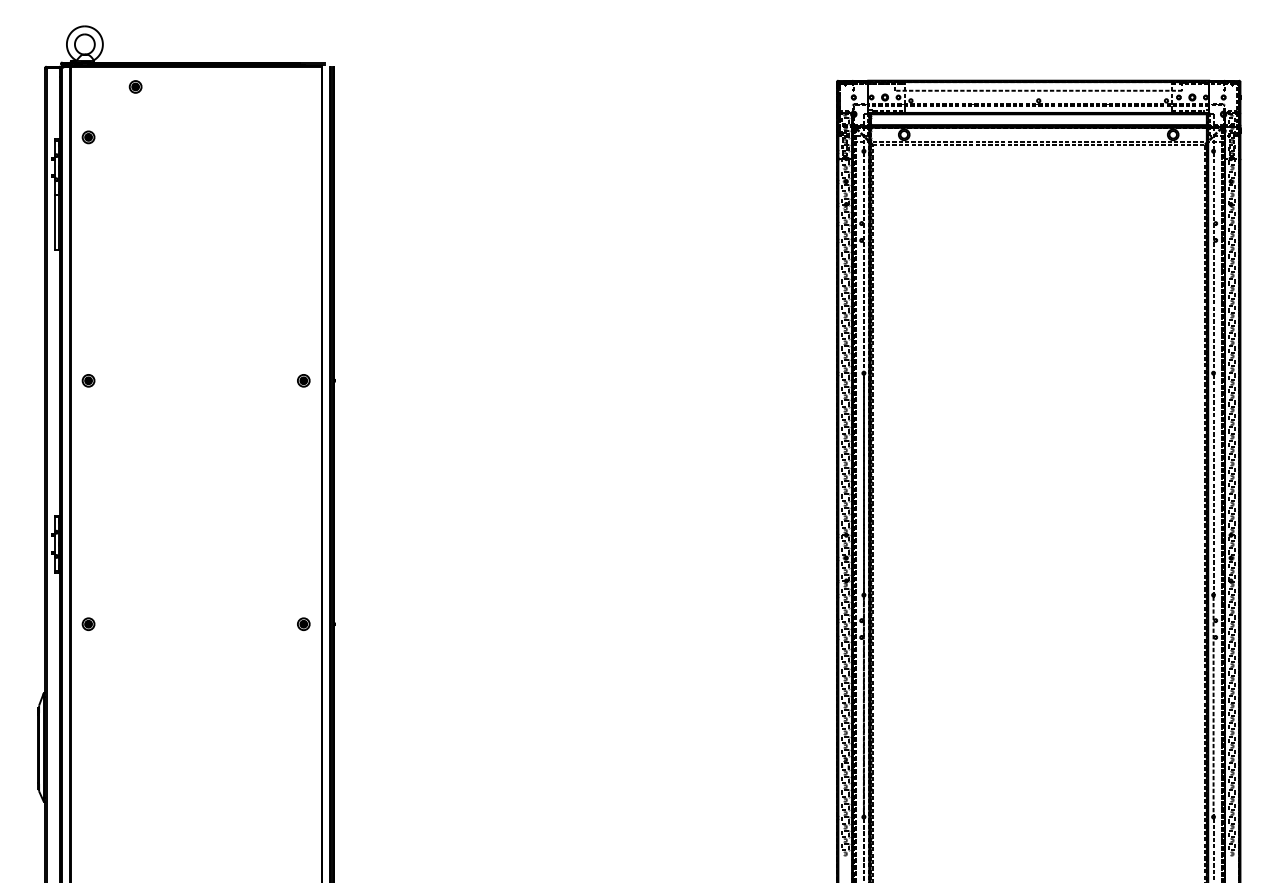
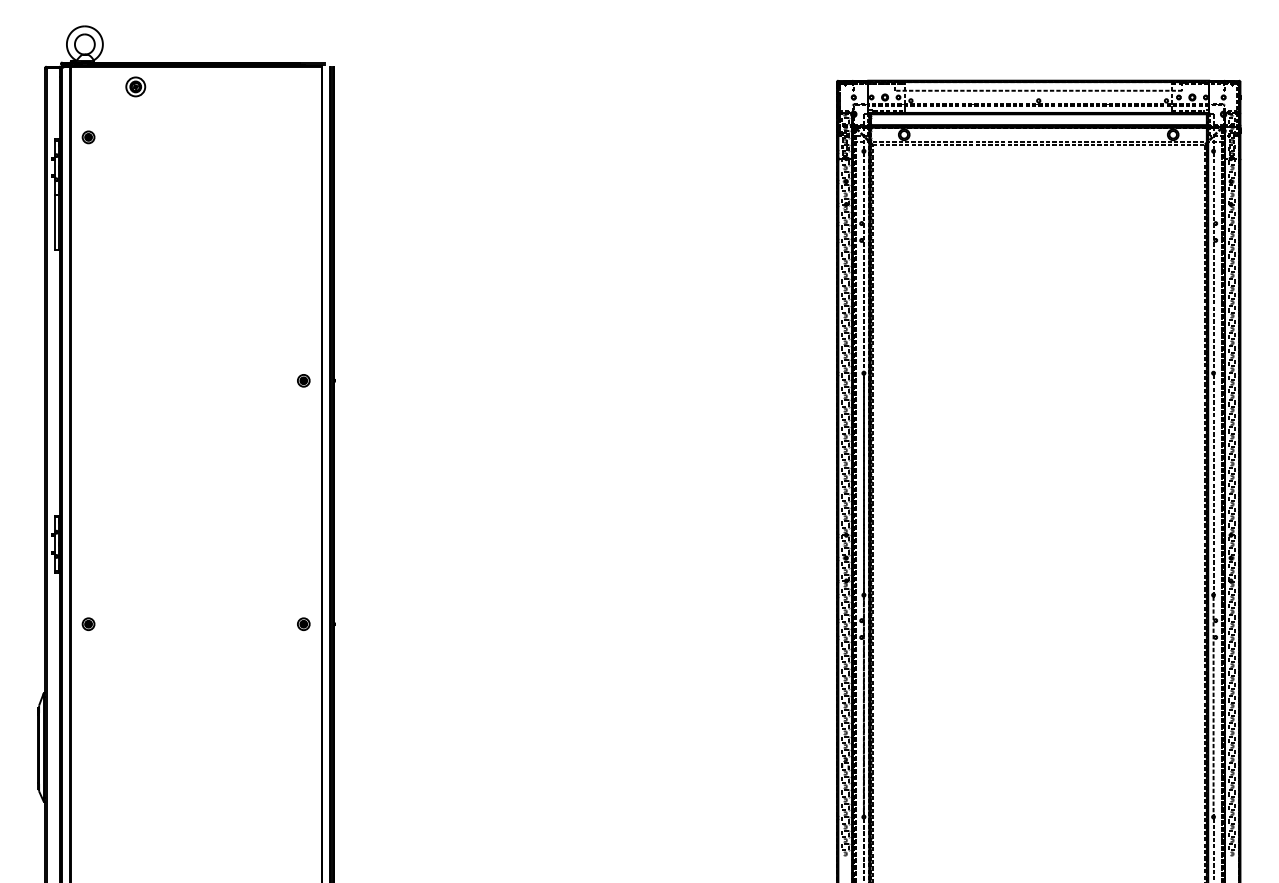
part at (135, 86) size: 15x14 px -> 22x22 px
part at (88, 380): present -> none
